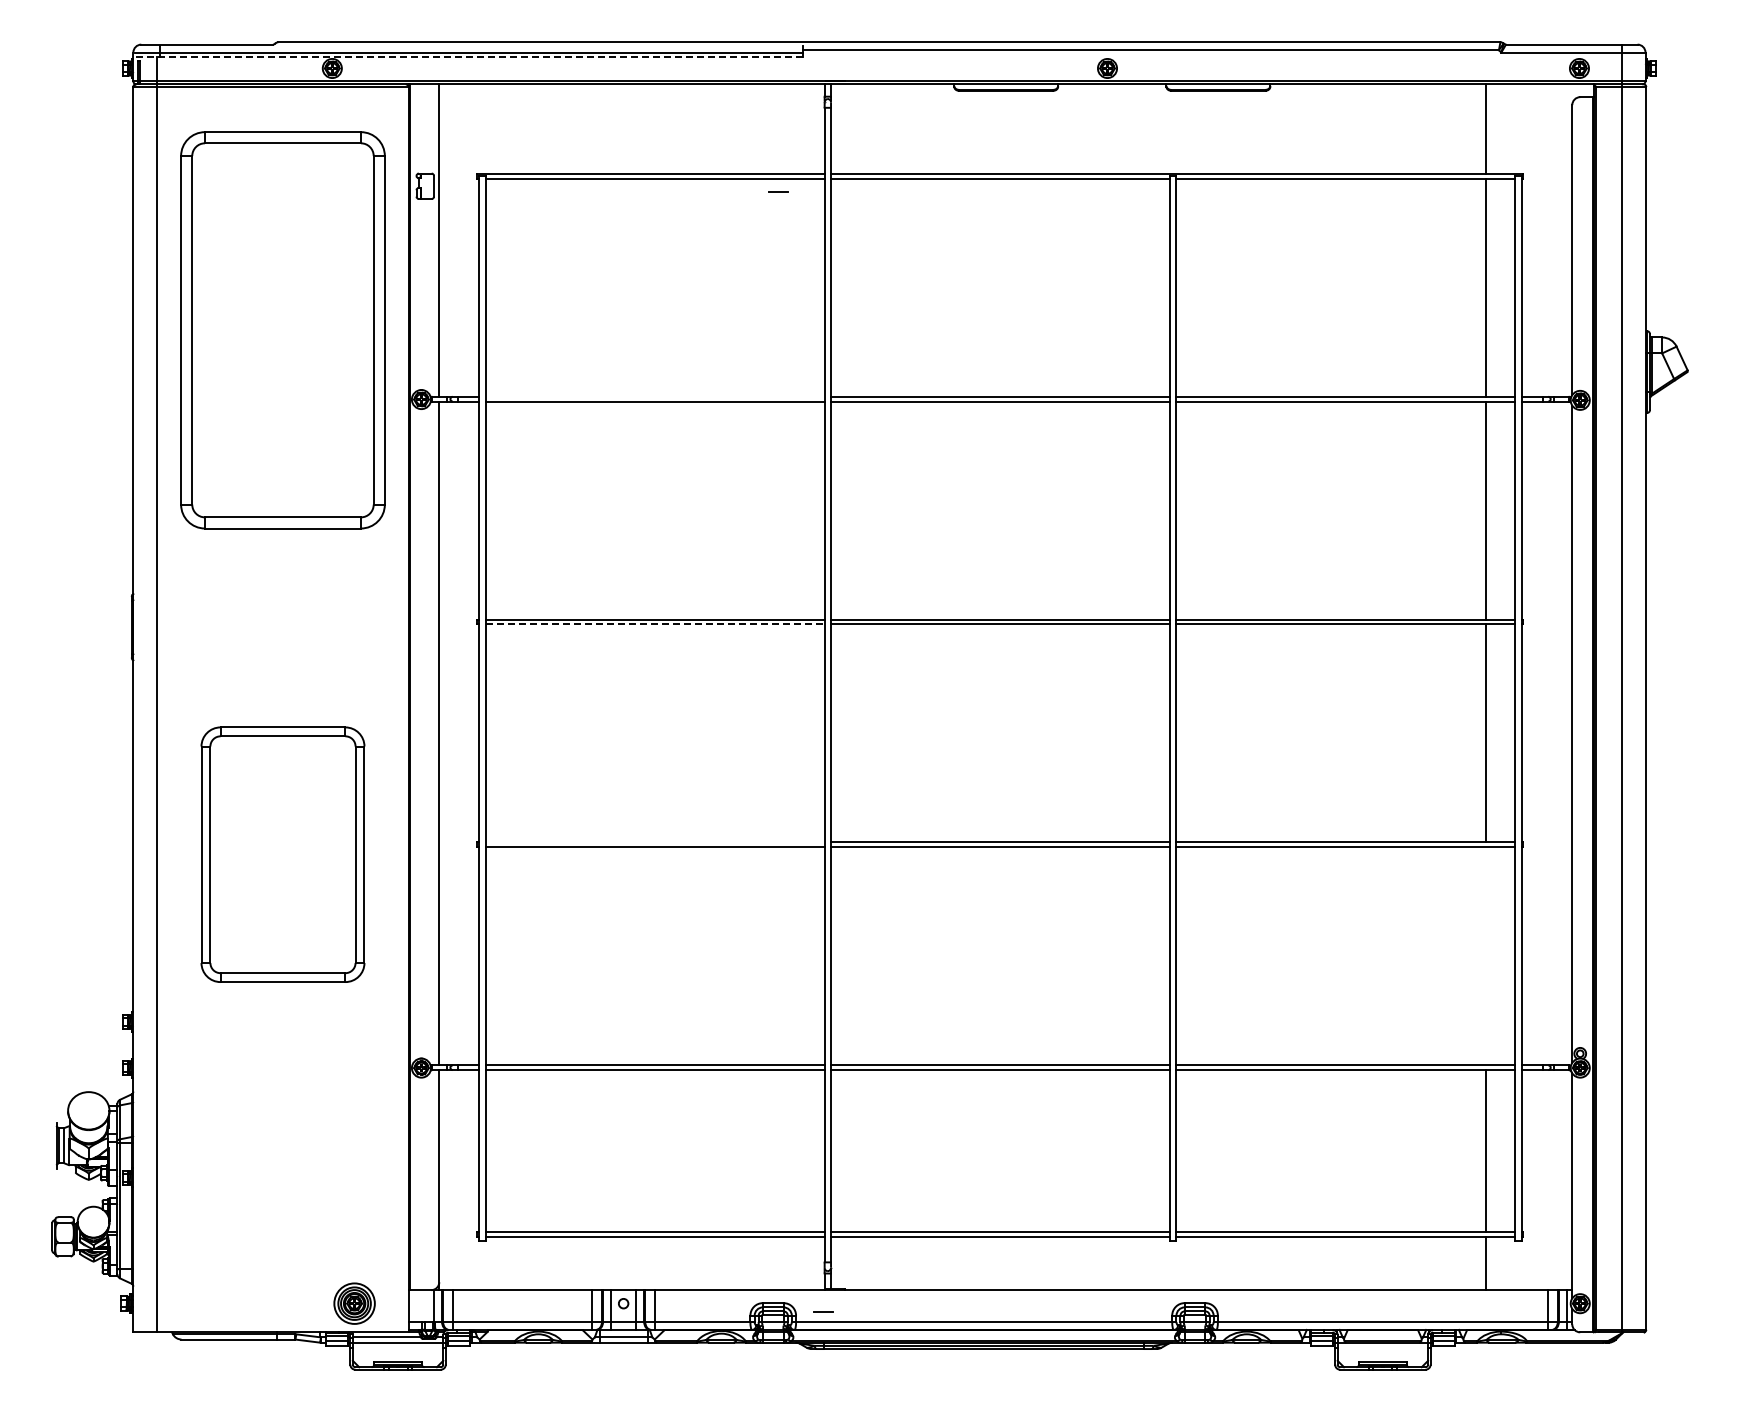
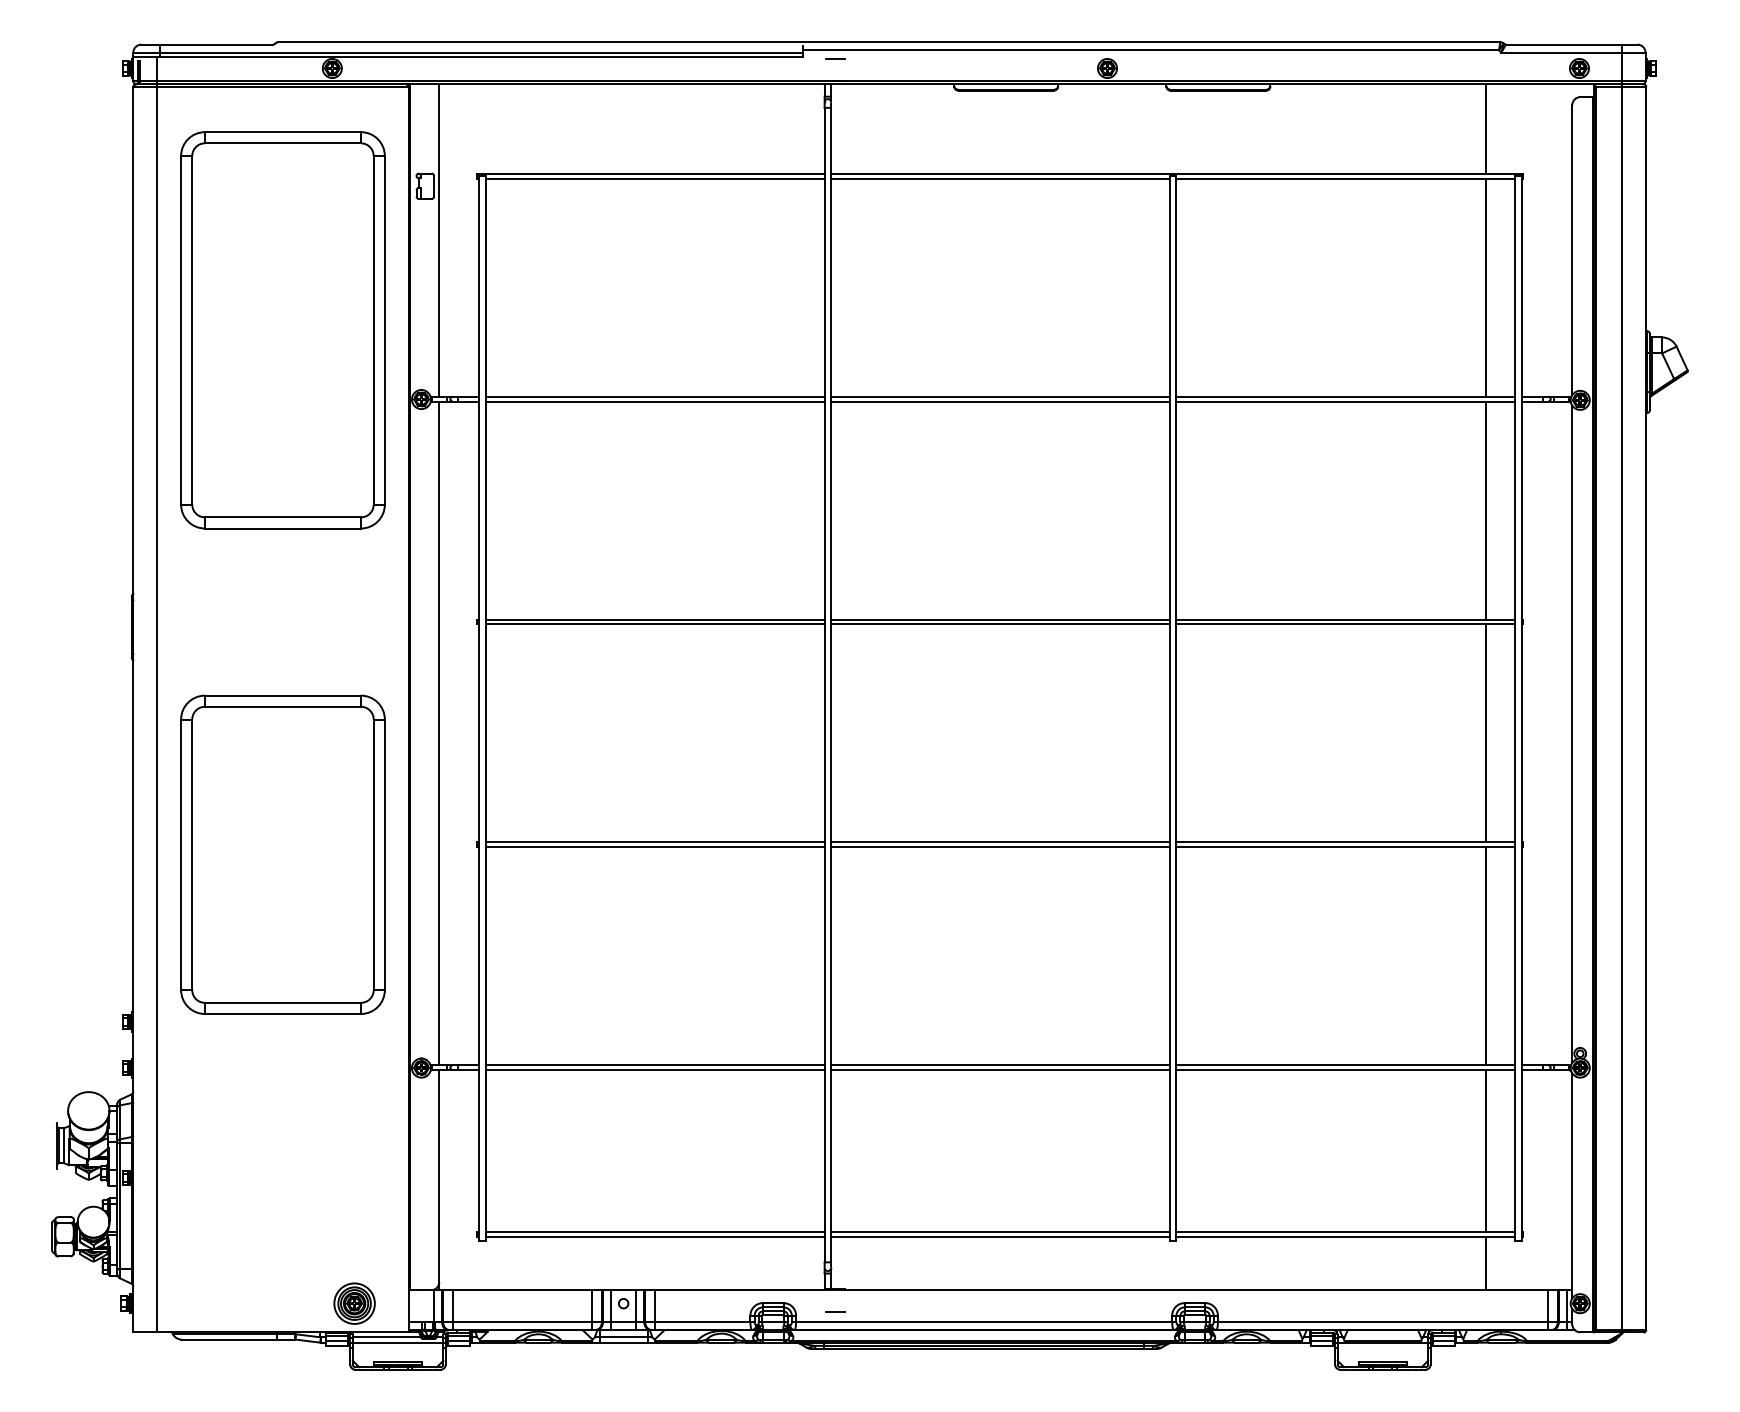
line at (468, 57): dashed -> solid
line at (778, 191) position: (778, 191) -> (835, 58)
line at (654, 396): none -> present
line at (655, 624): dashed -> solid
line at (654, 842): none -> present
part at (282, 854) size: 166x257 px -> 206x321 px
line at (1485, 956): none -> present
line at (823, 1311) position: (823, 1311) -> (835, 1311)
